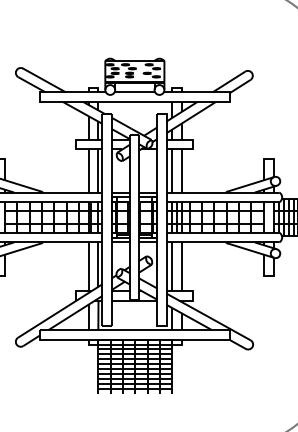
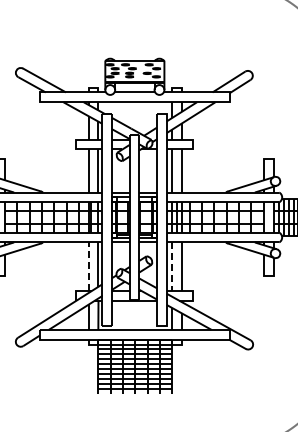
line at (88, 266): solid -> dashed
line at (172, 267): solid -> dashed
